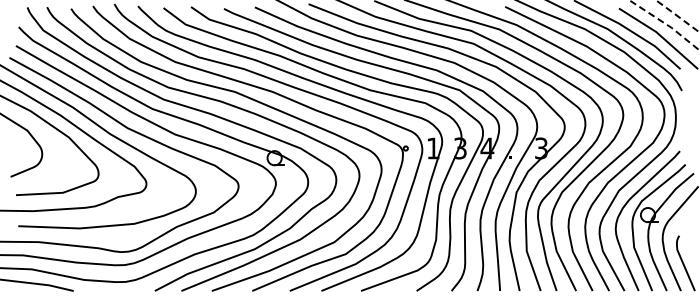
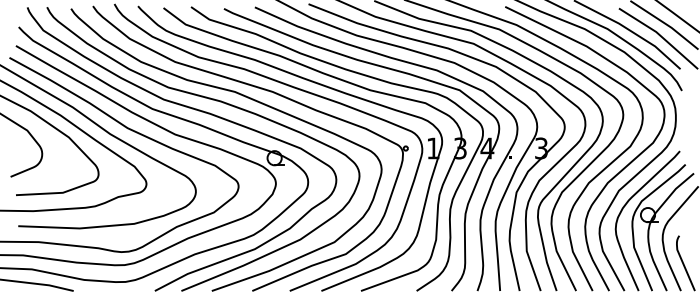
line at (677, 15): dashed -> solid
line at (665, 24): dashed -> solid
